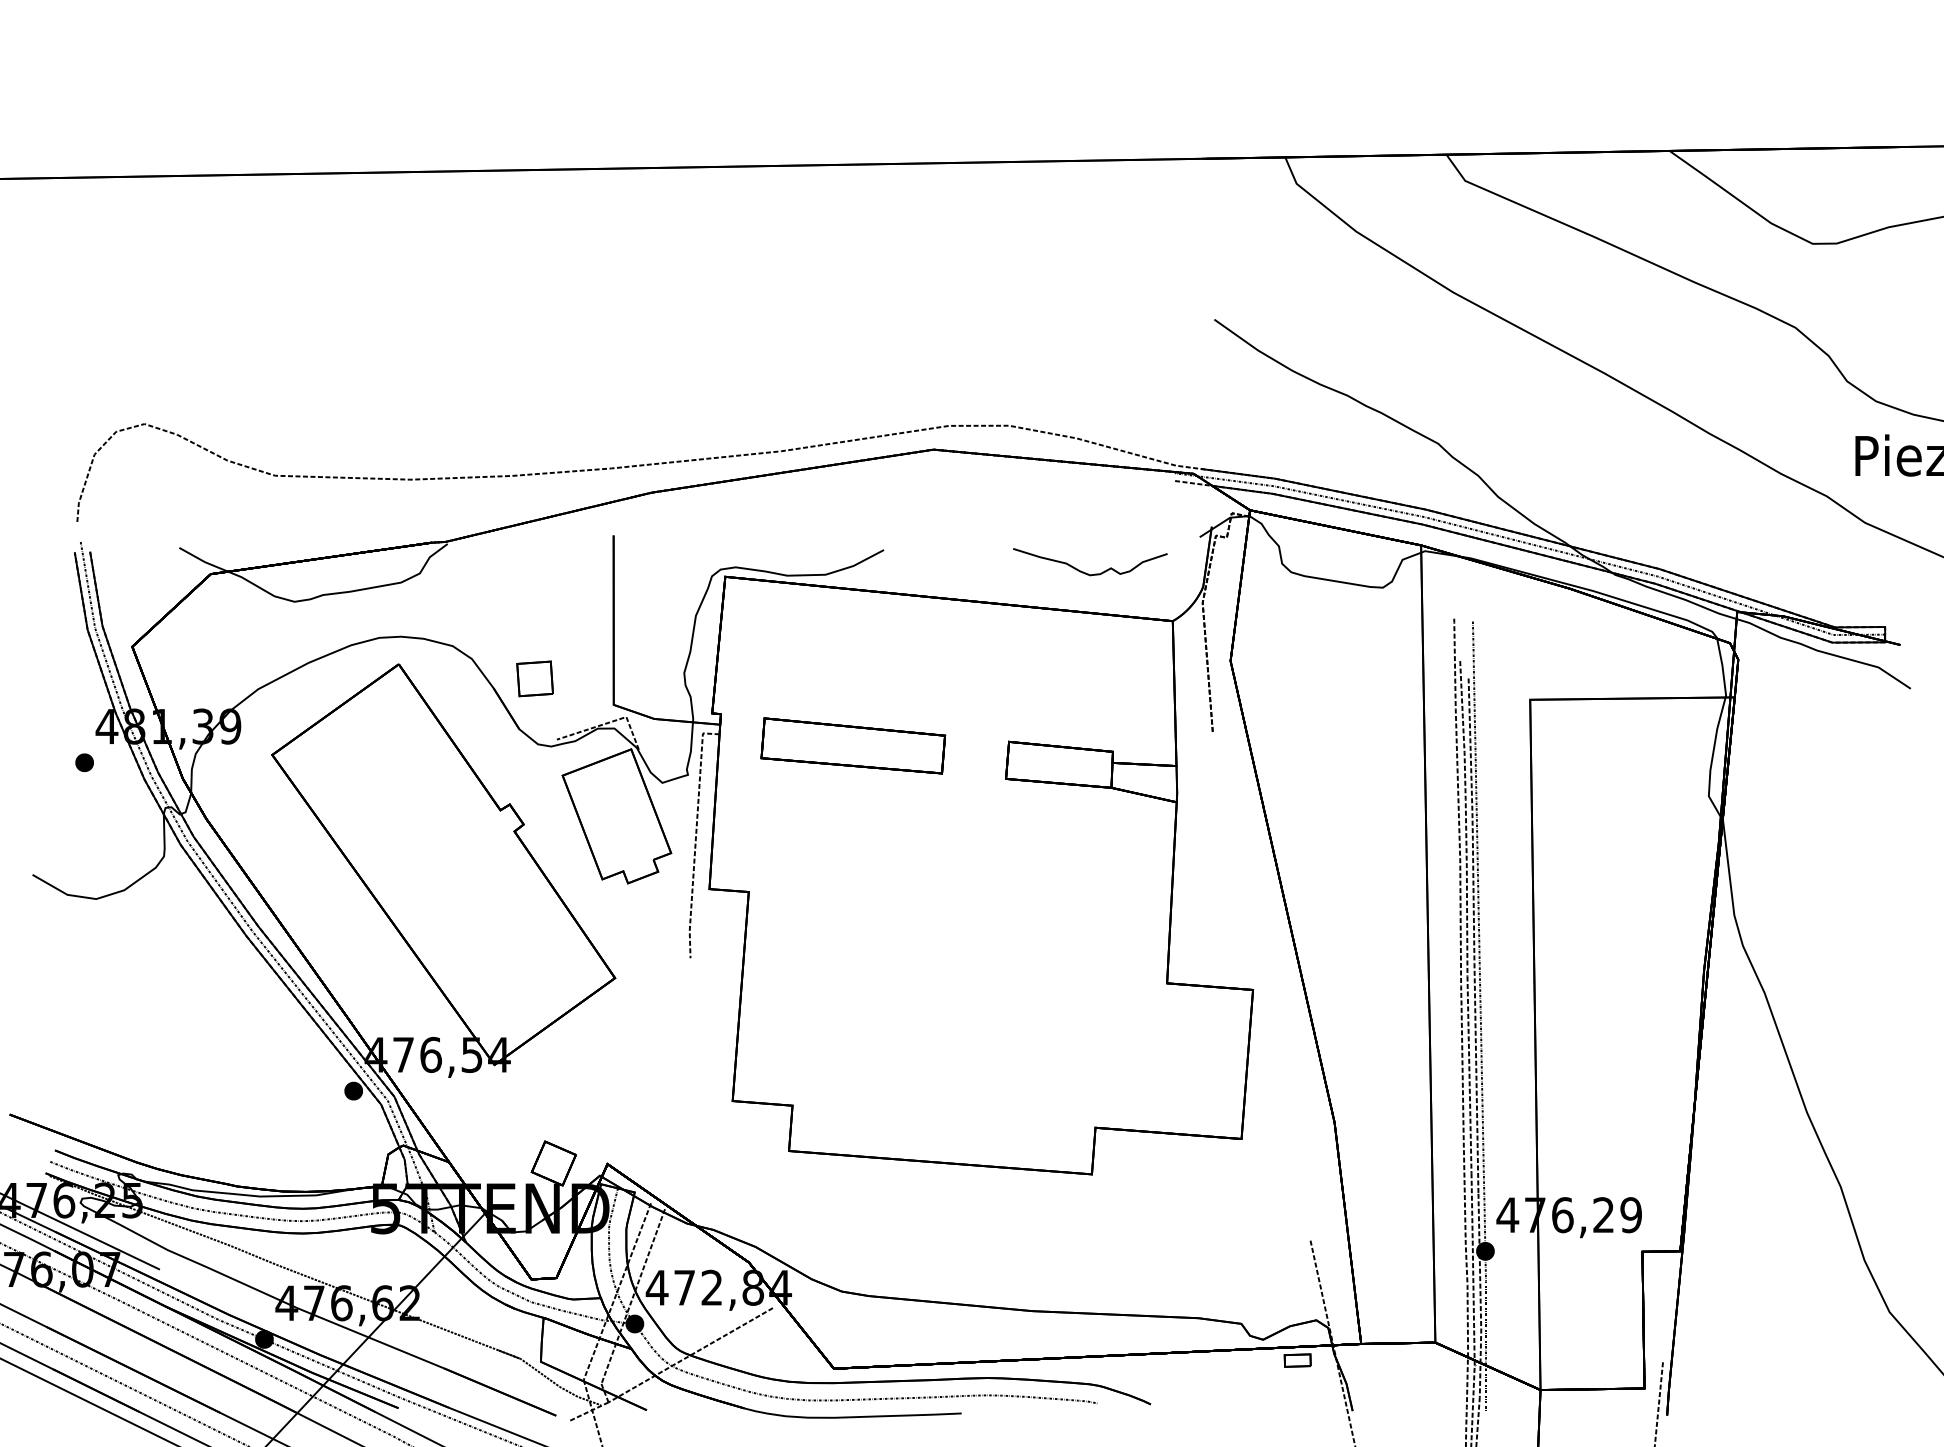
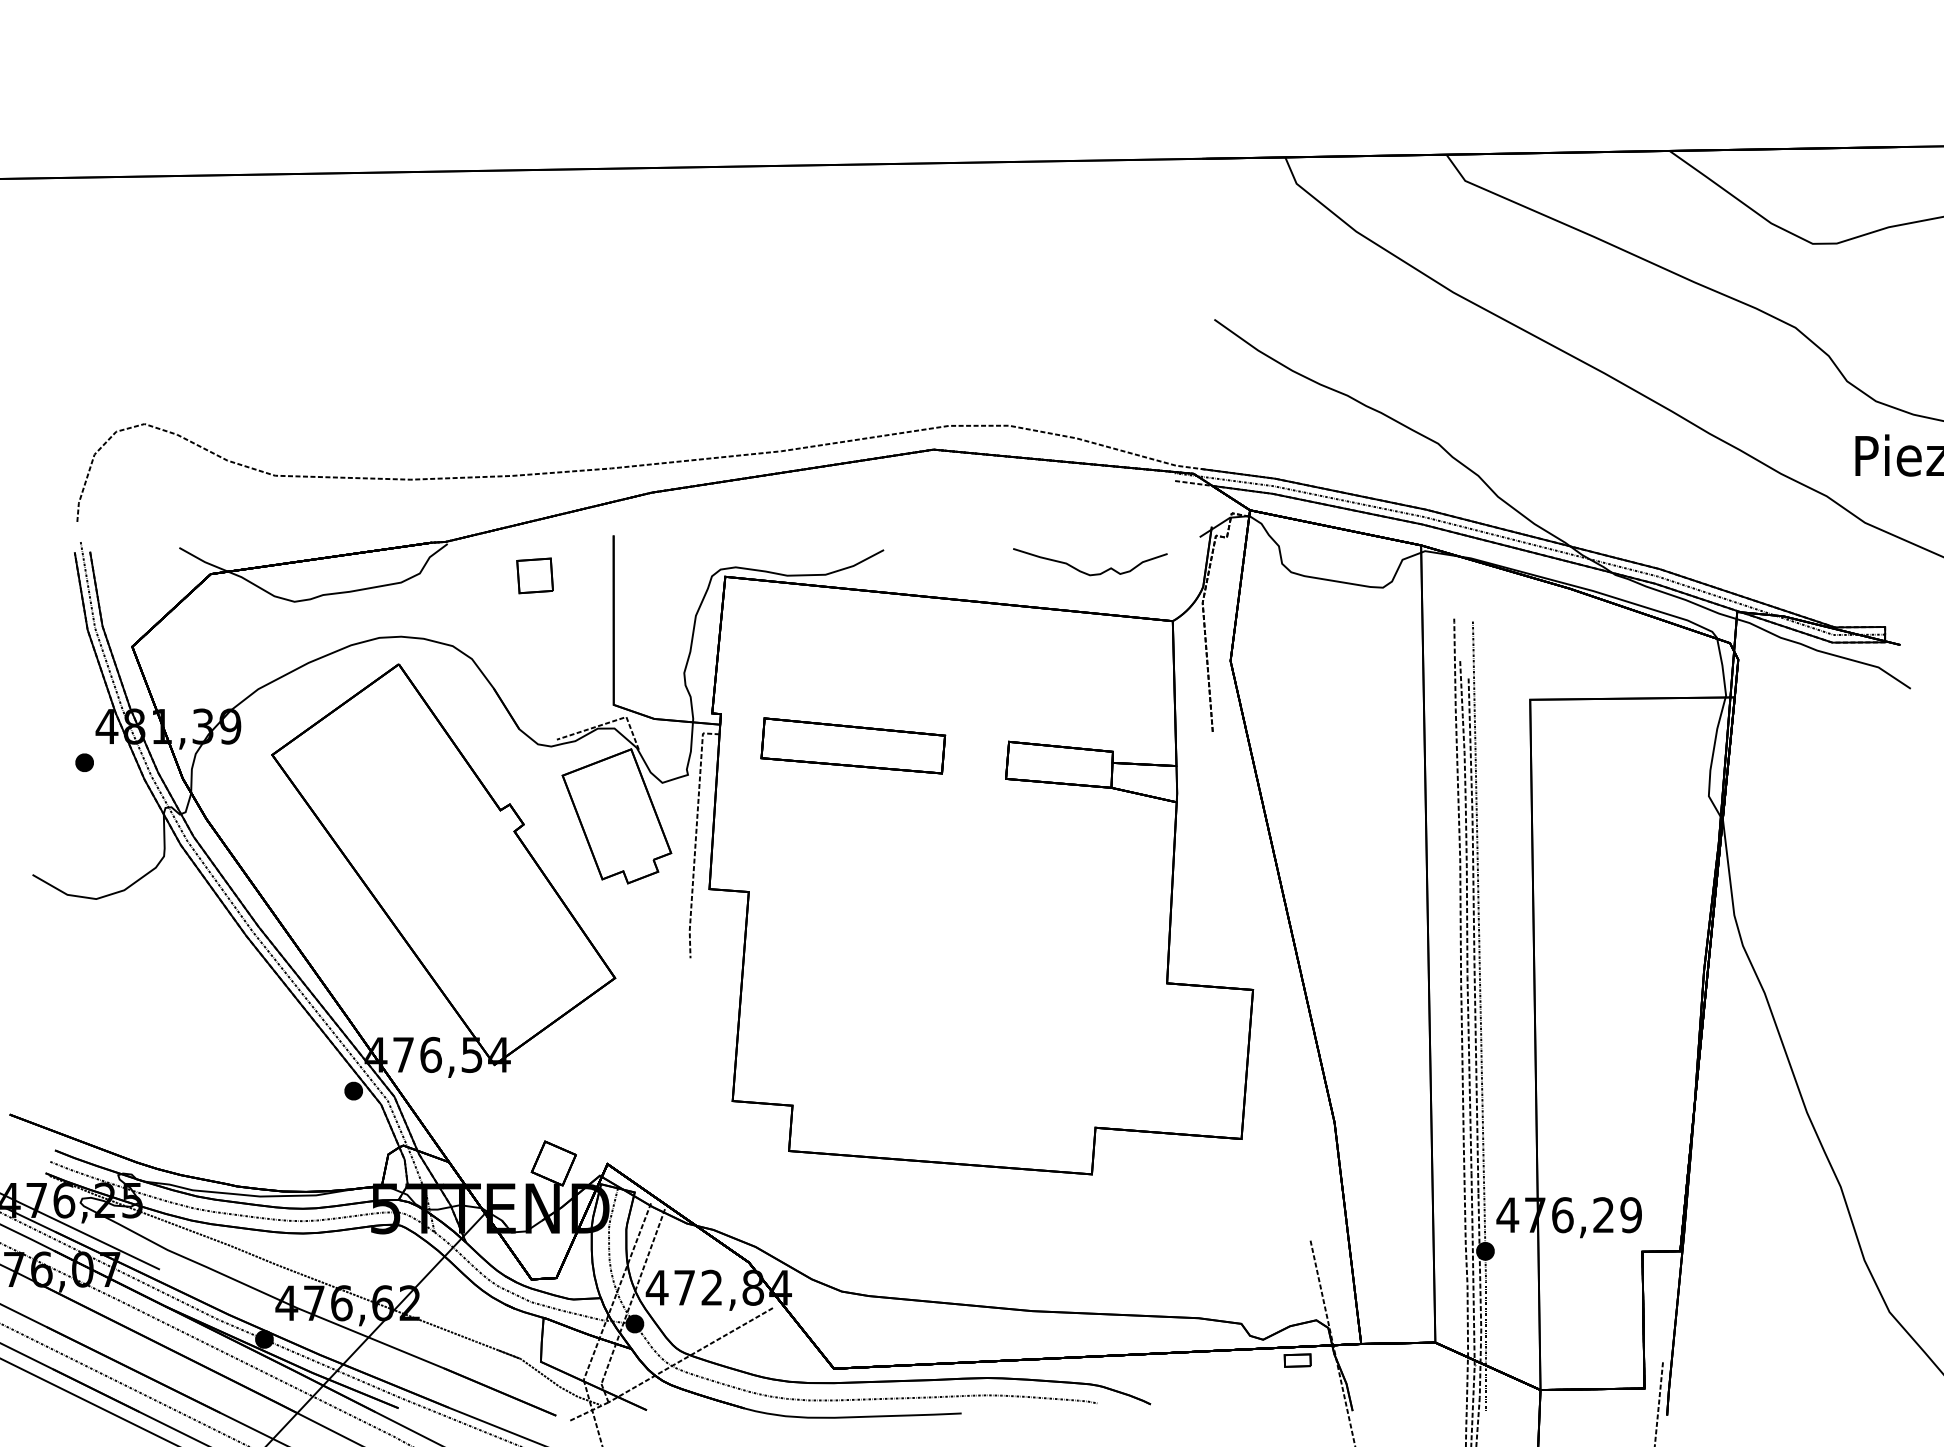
part at (534, 678) position: (534, 678) -> (534, 575)
